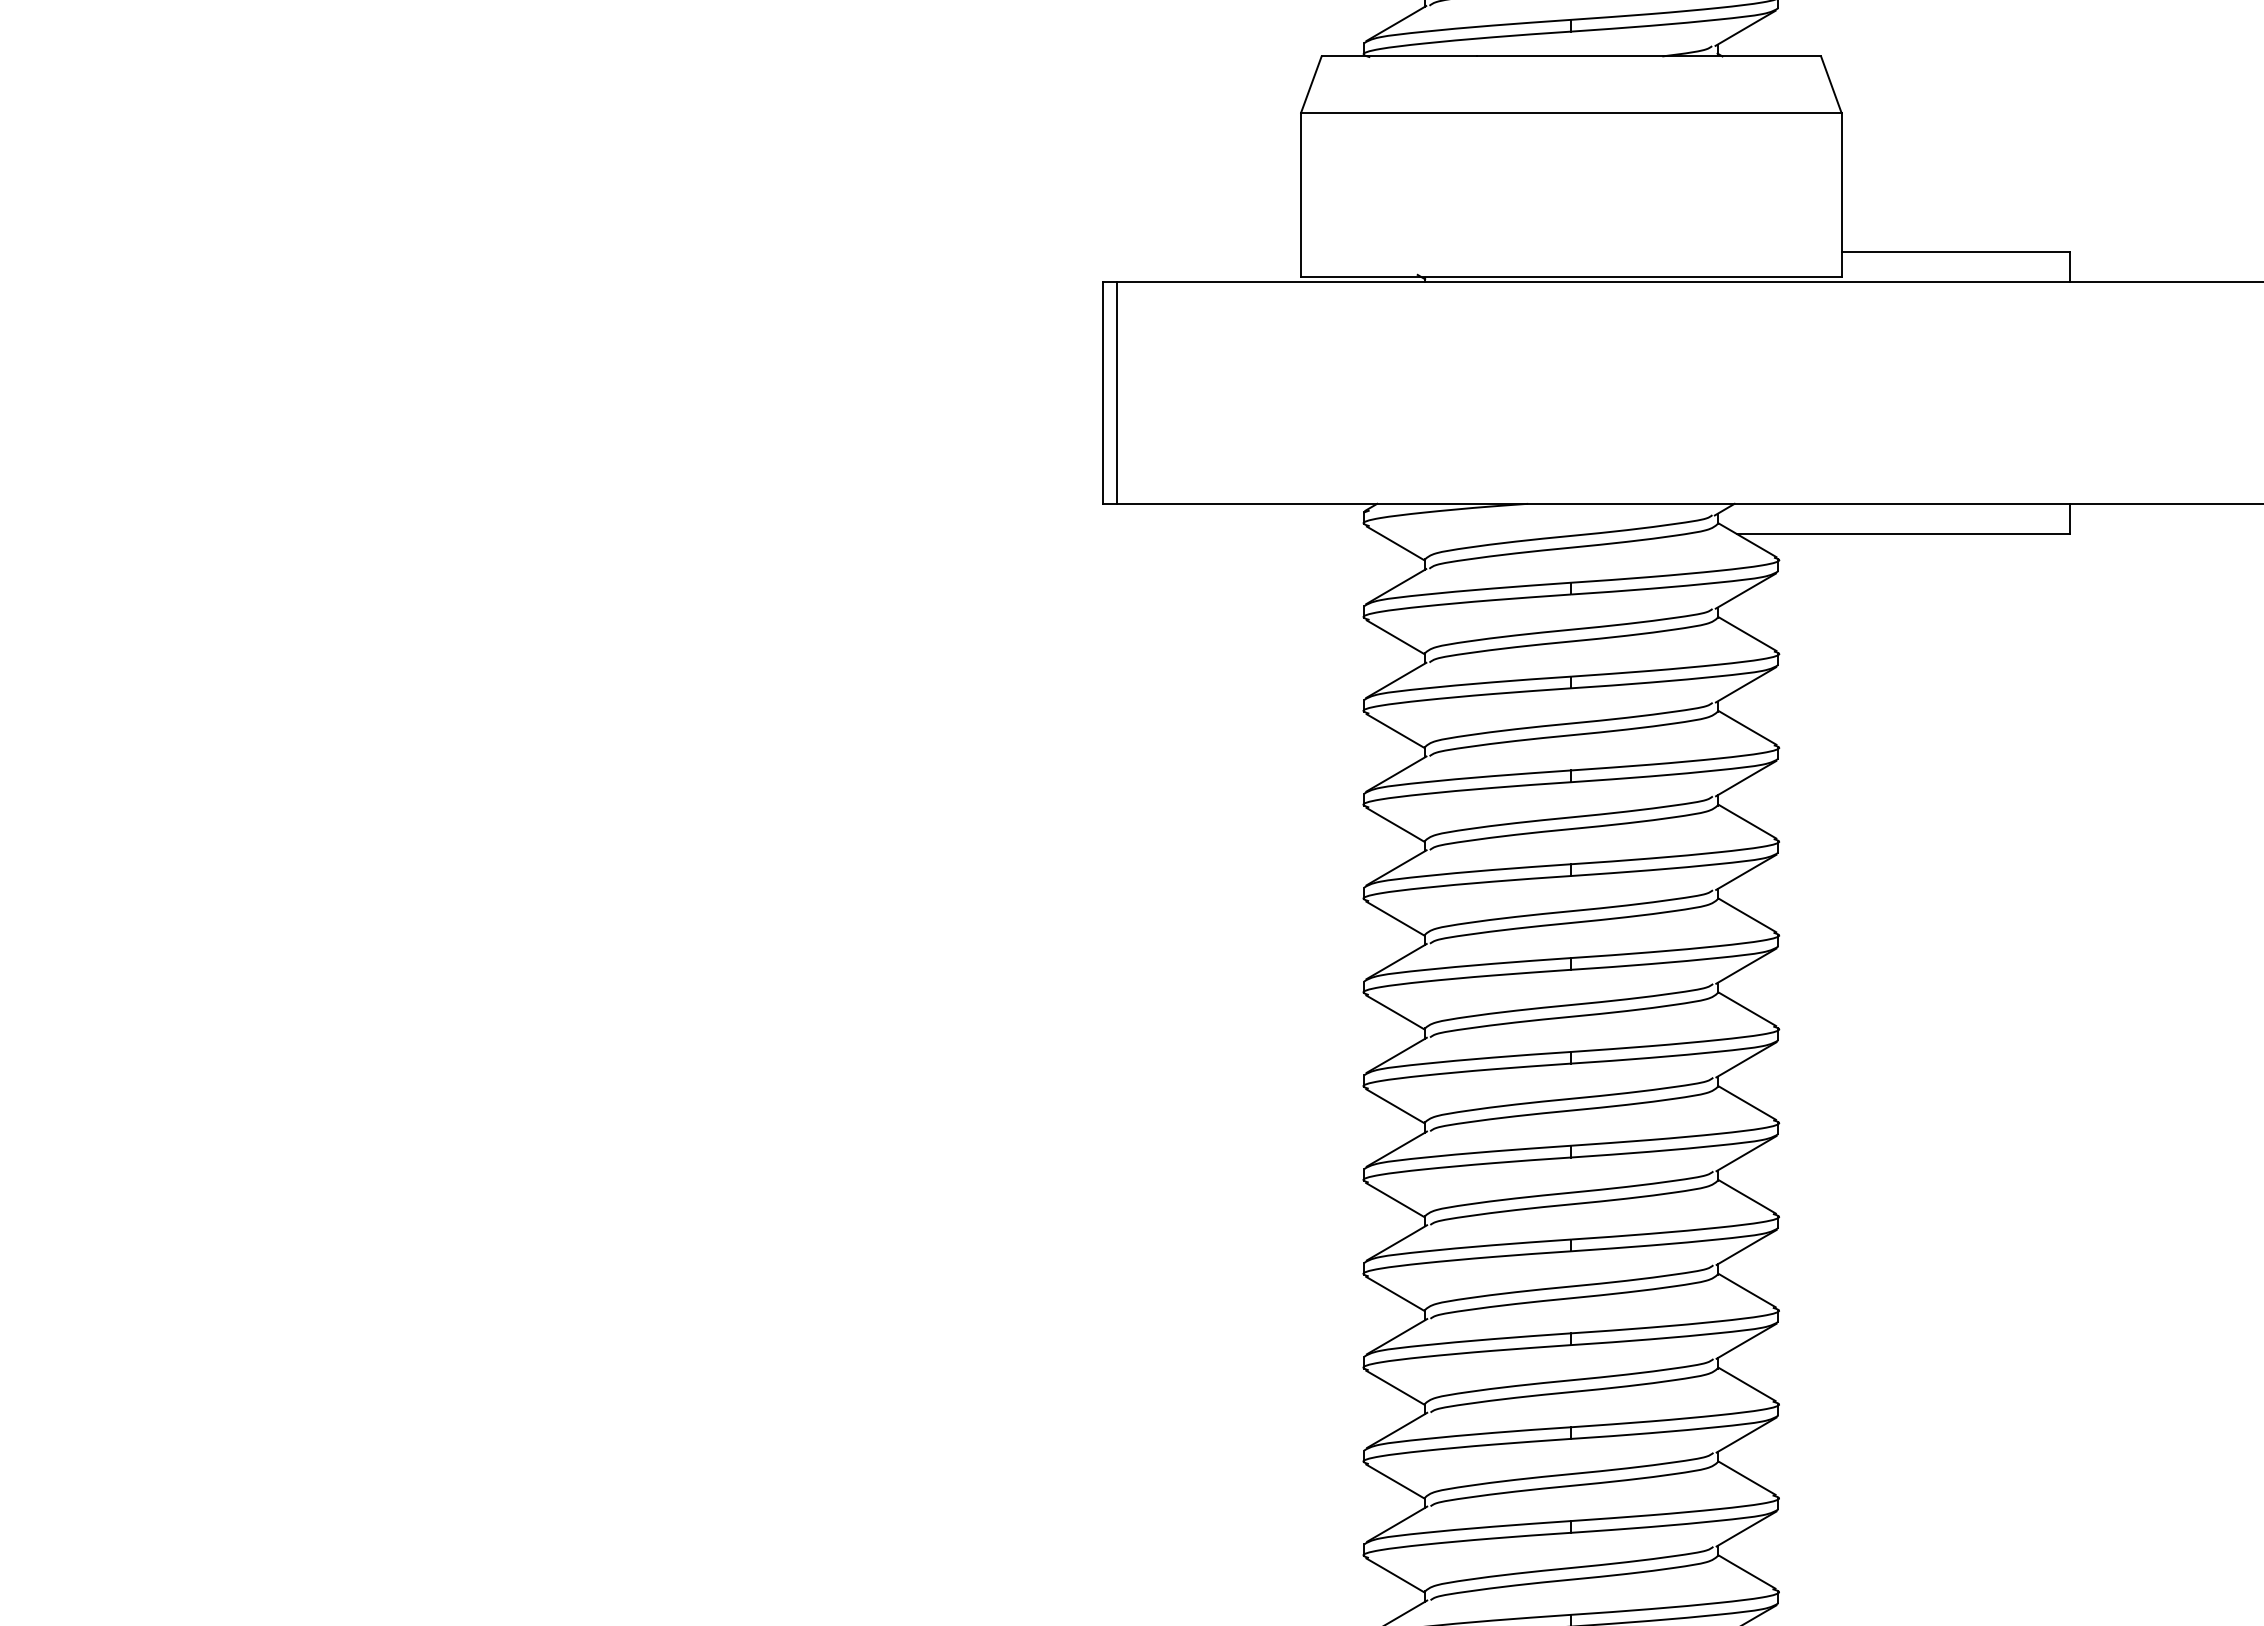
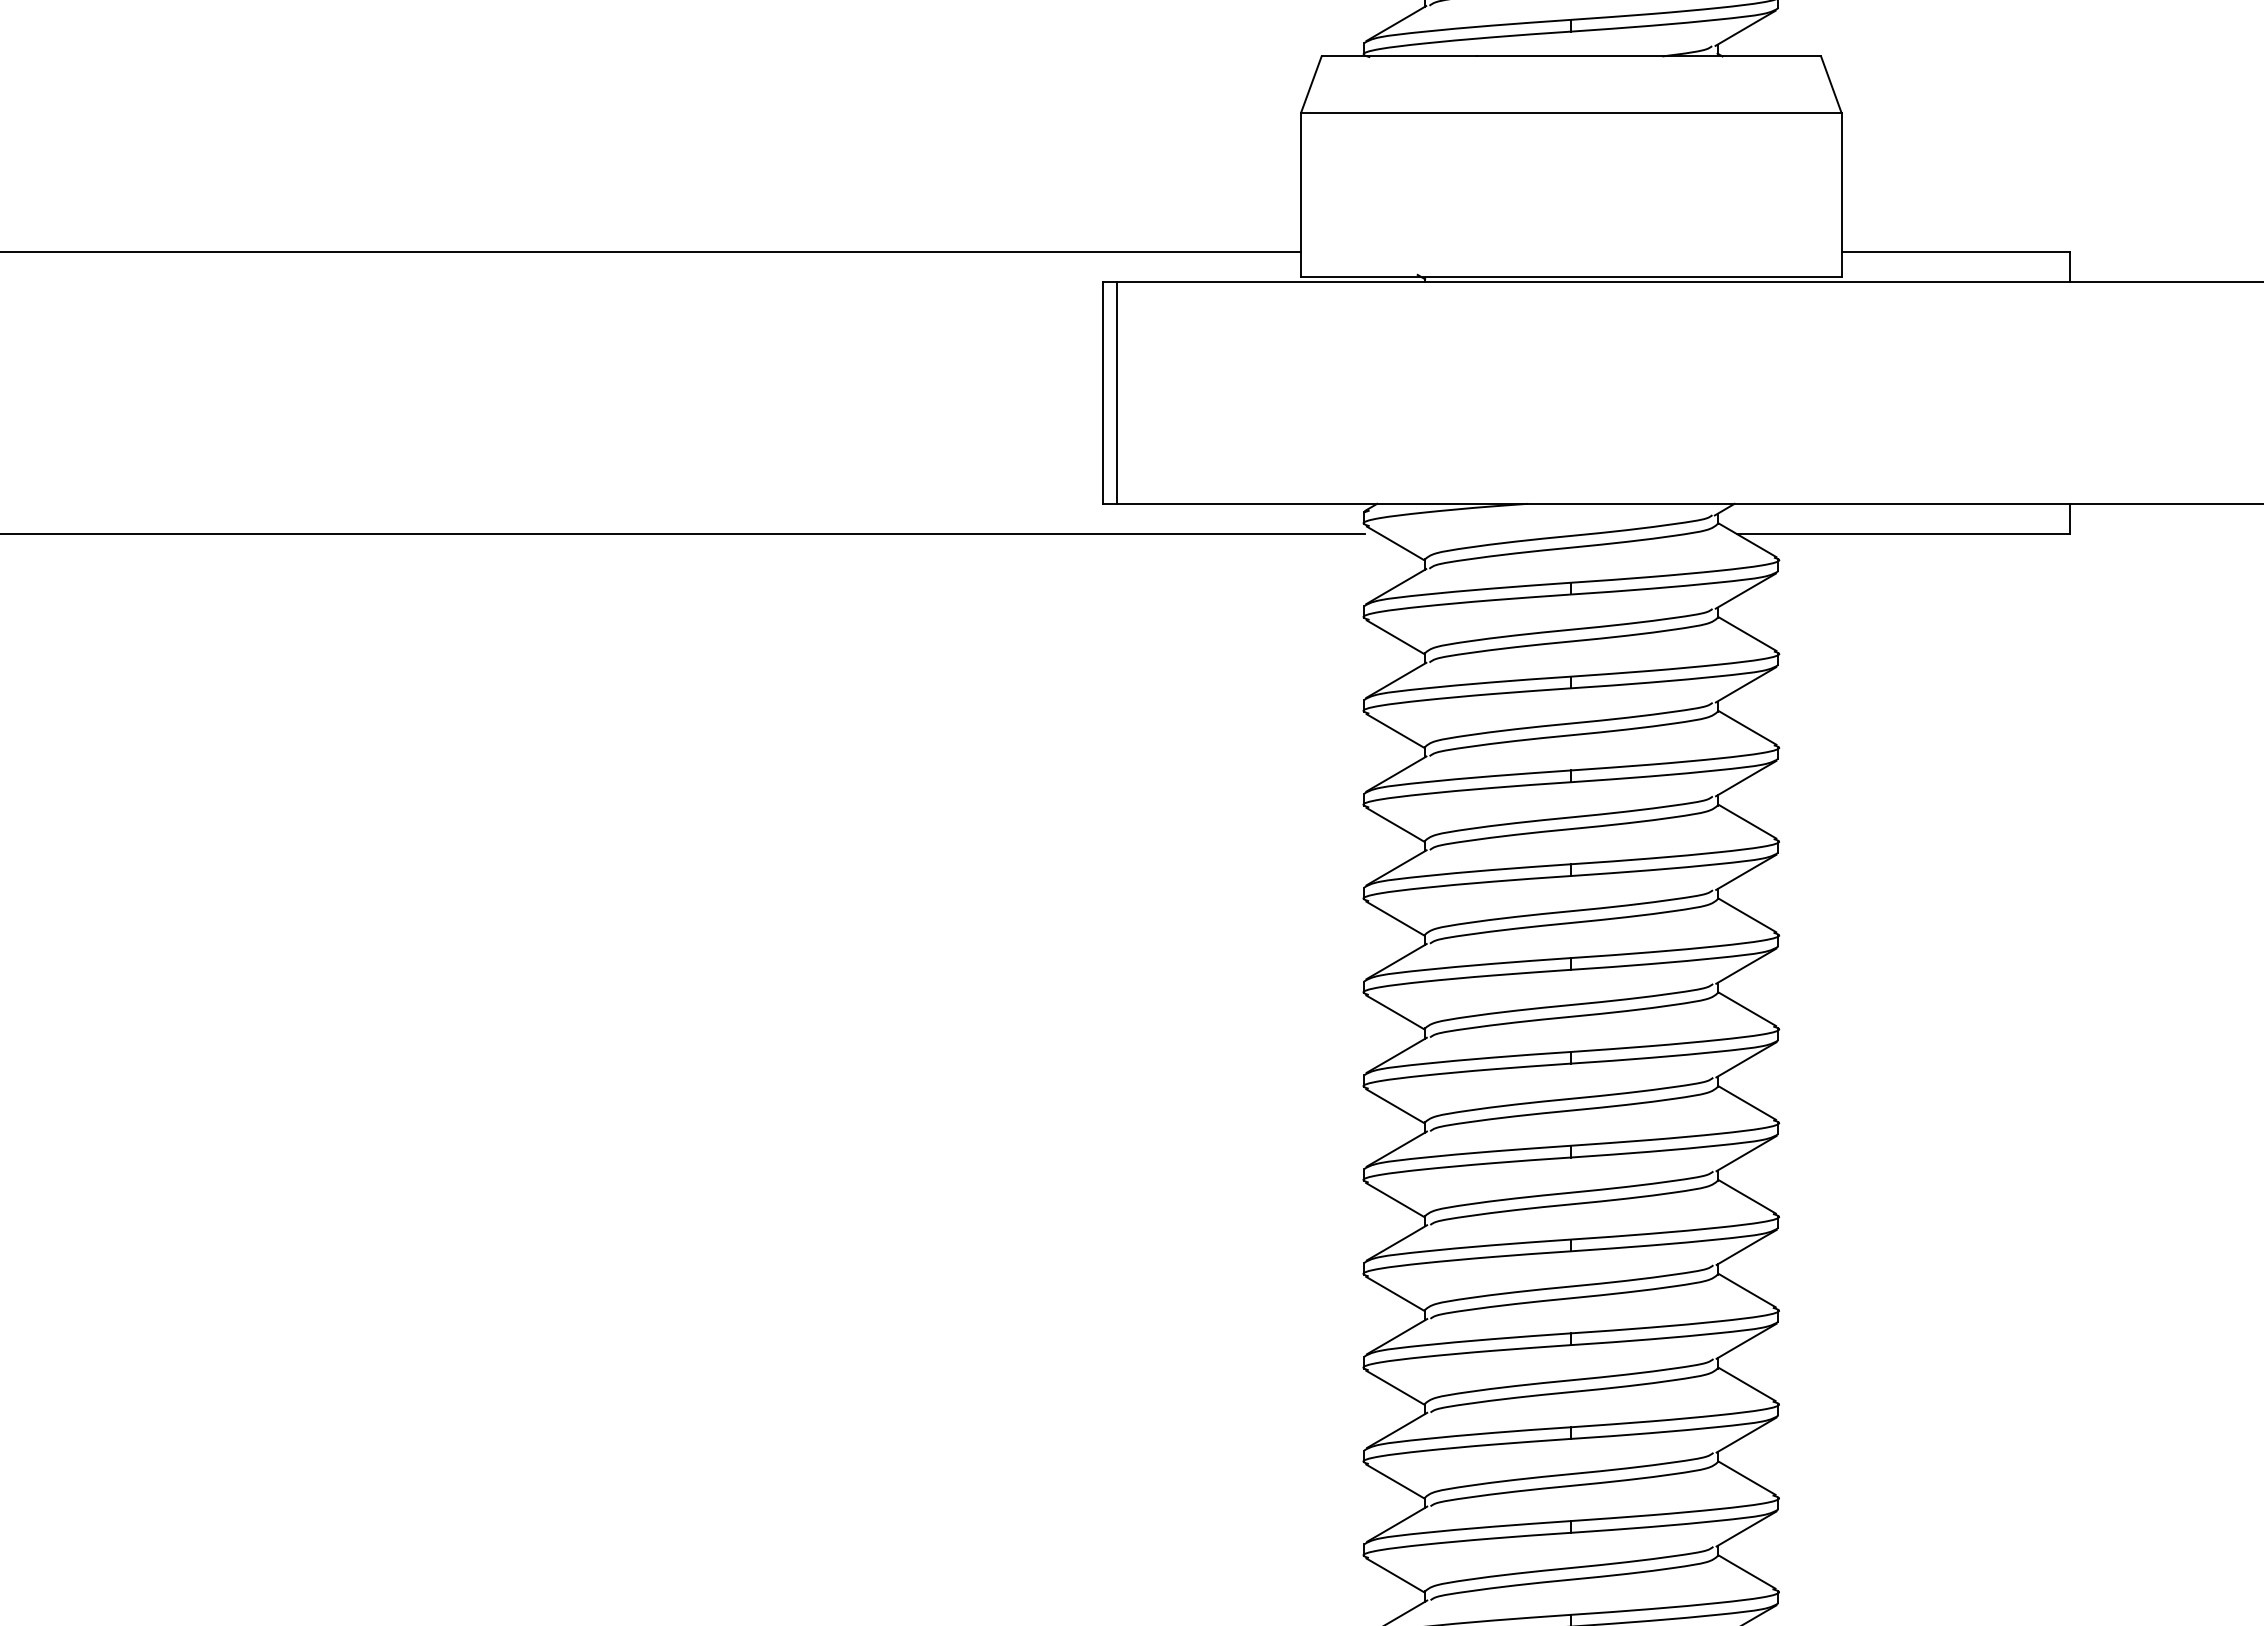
line at (651, 251): none -> present
line at (683, 533): none -> present
